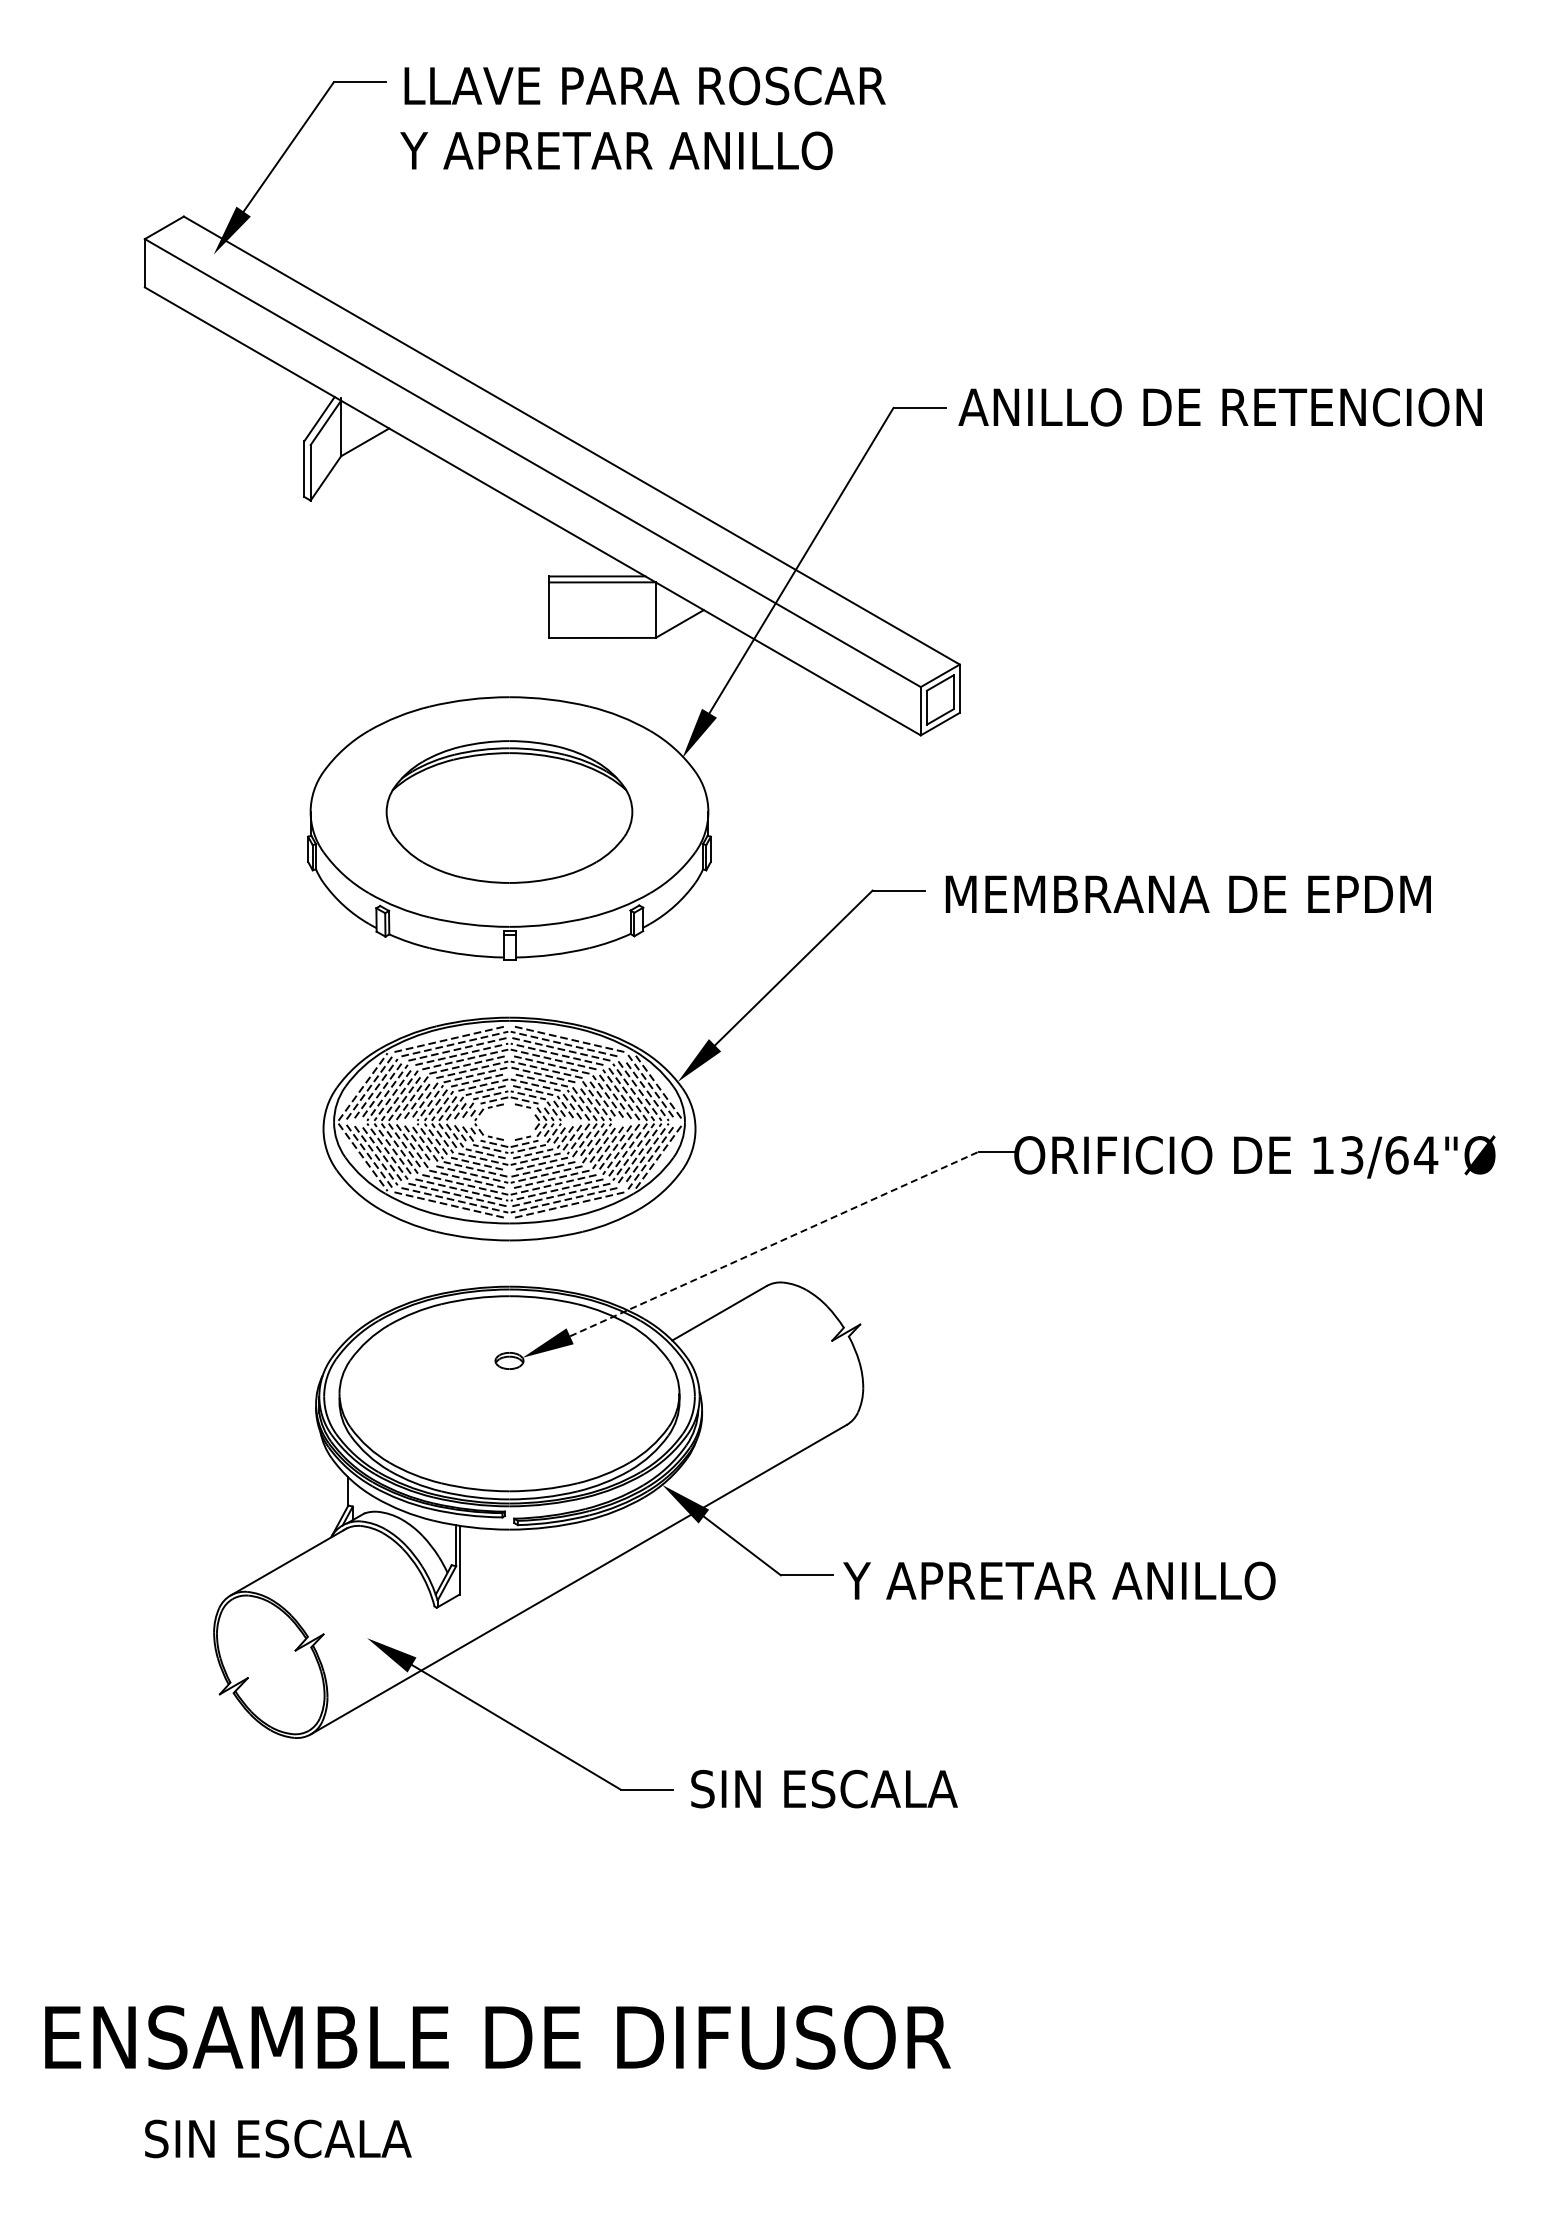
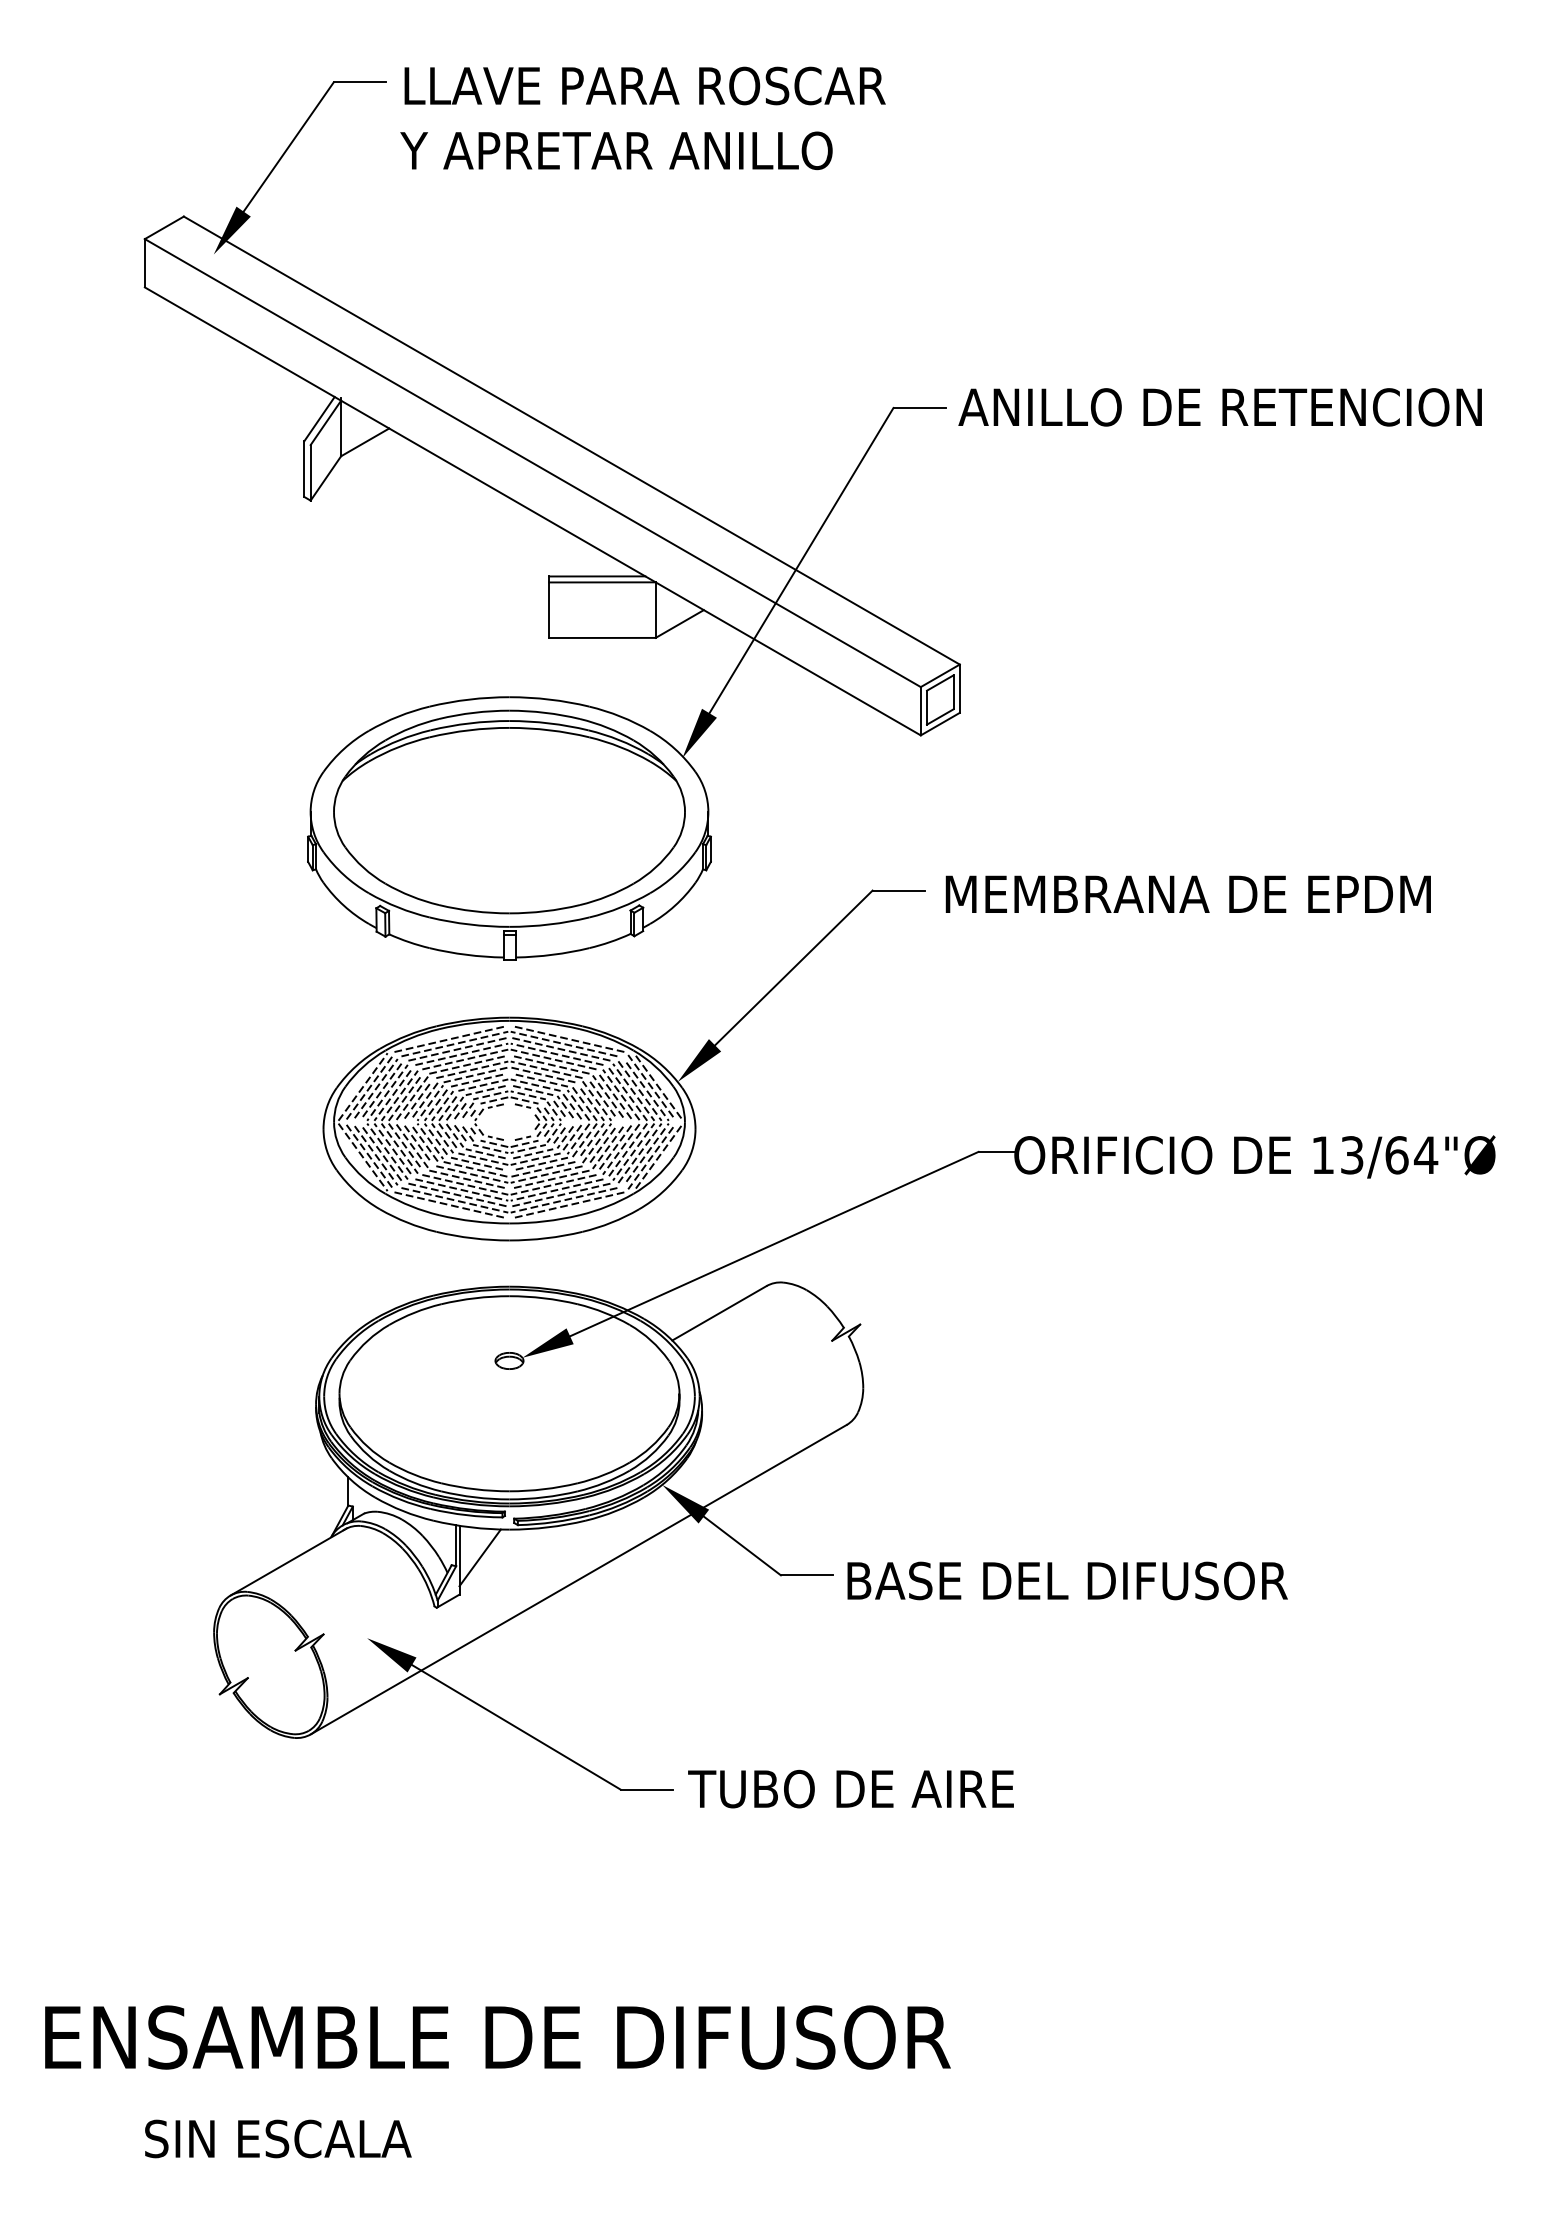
part at (509, 811) size: 249x144 px -> 353x206 px
line at (774, 1243): dashed -> solid
line at (479, 1557): none -> present
text at (1065, 1580): Y APRETAR ANILLO -> BASE DEL DIFUSOR
text at (850, 1788): SIN ESCALA -> TUBO DE AIRE
